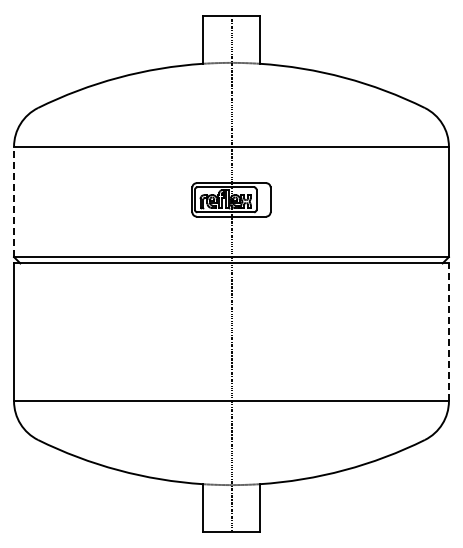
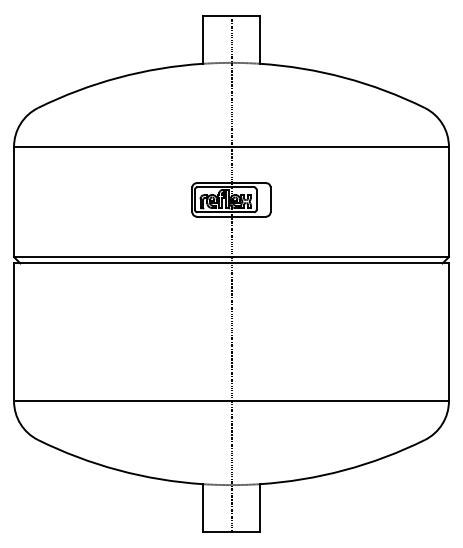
line at (14, 201): dashed -> solid
line at (448, 332): dashed -> solid
